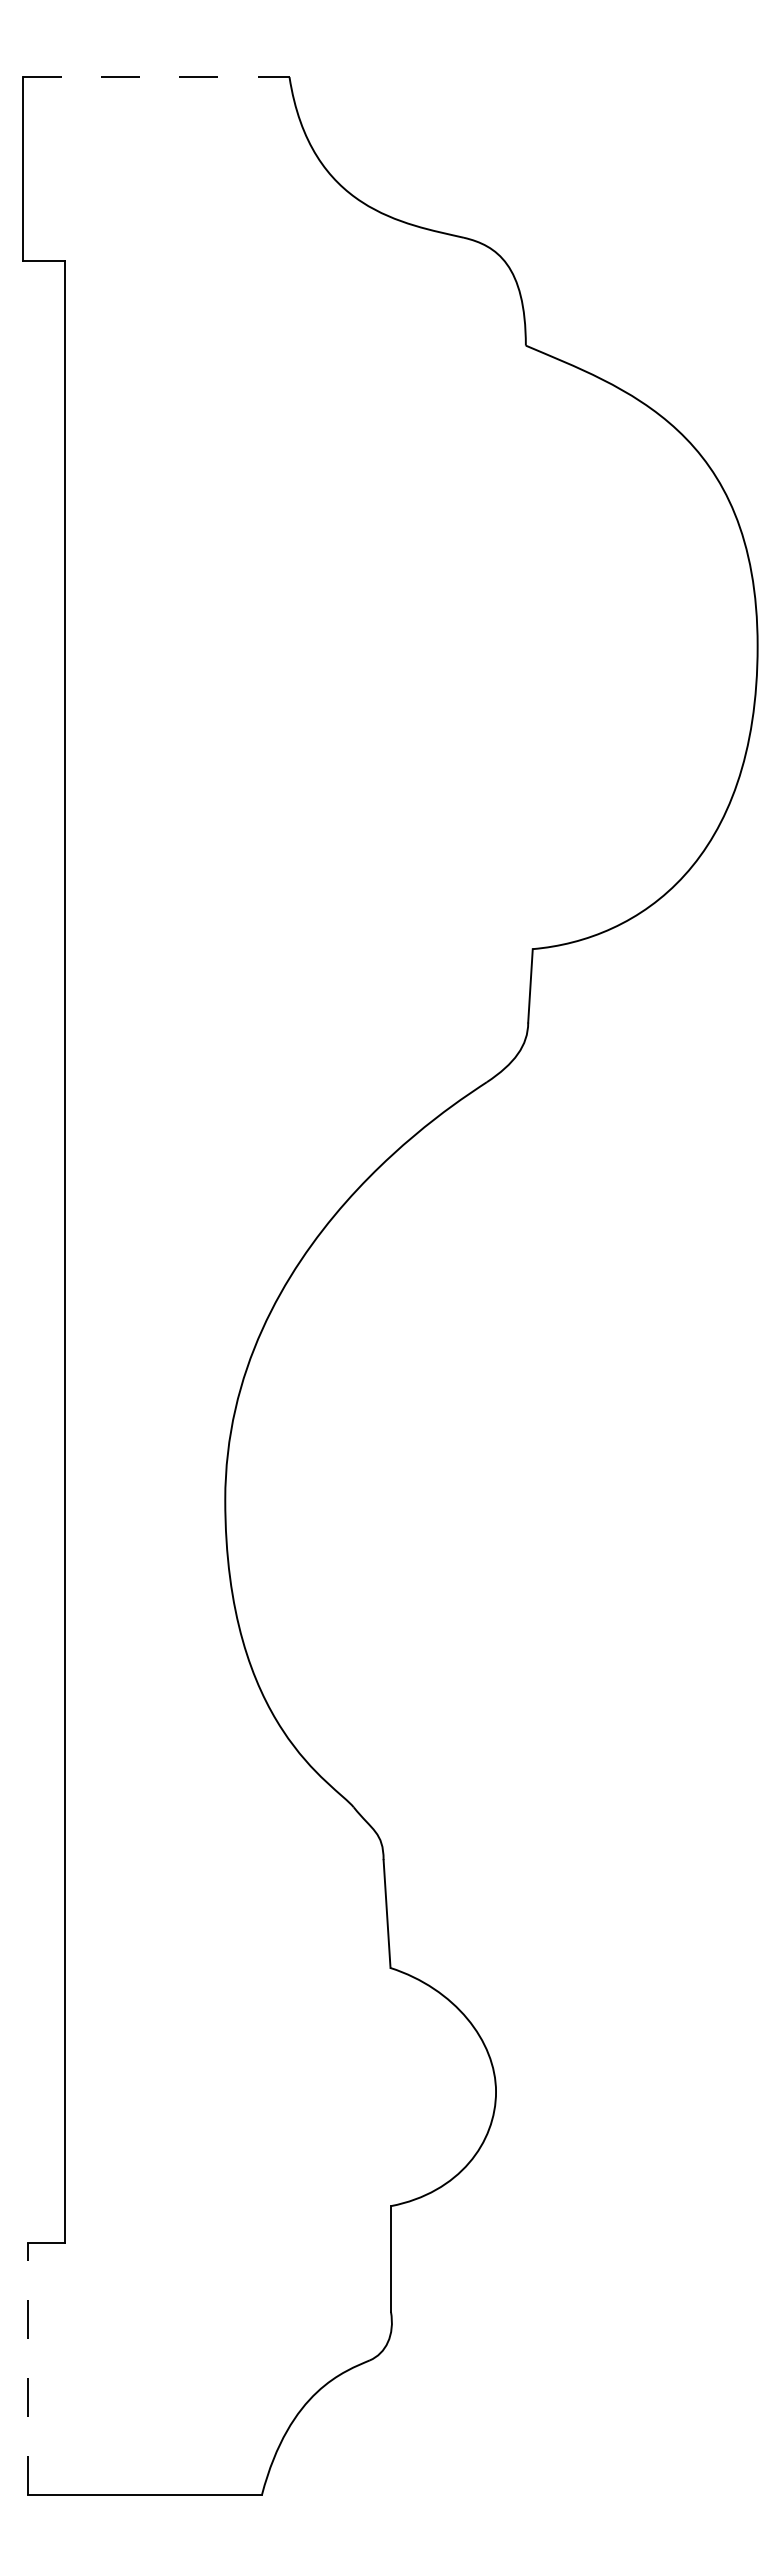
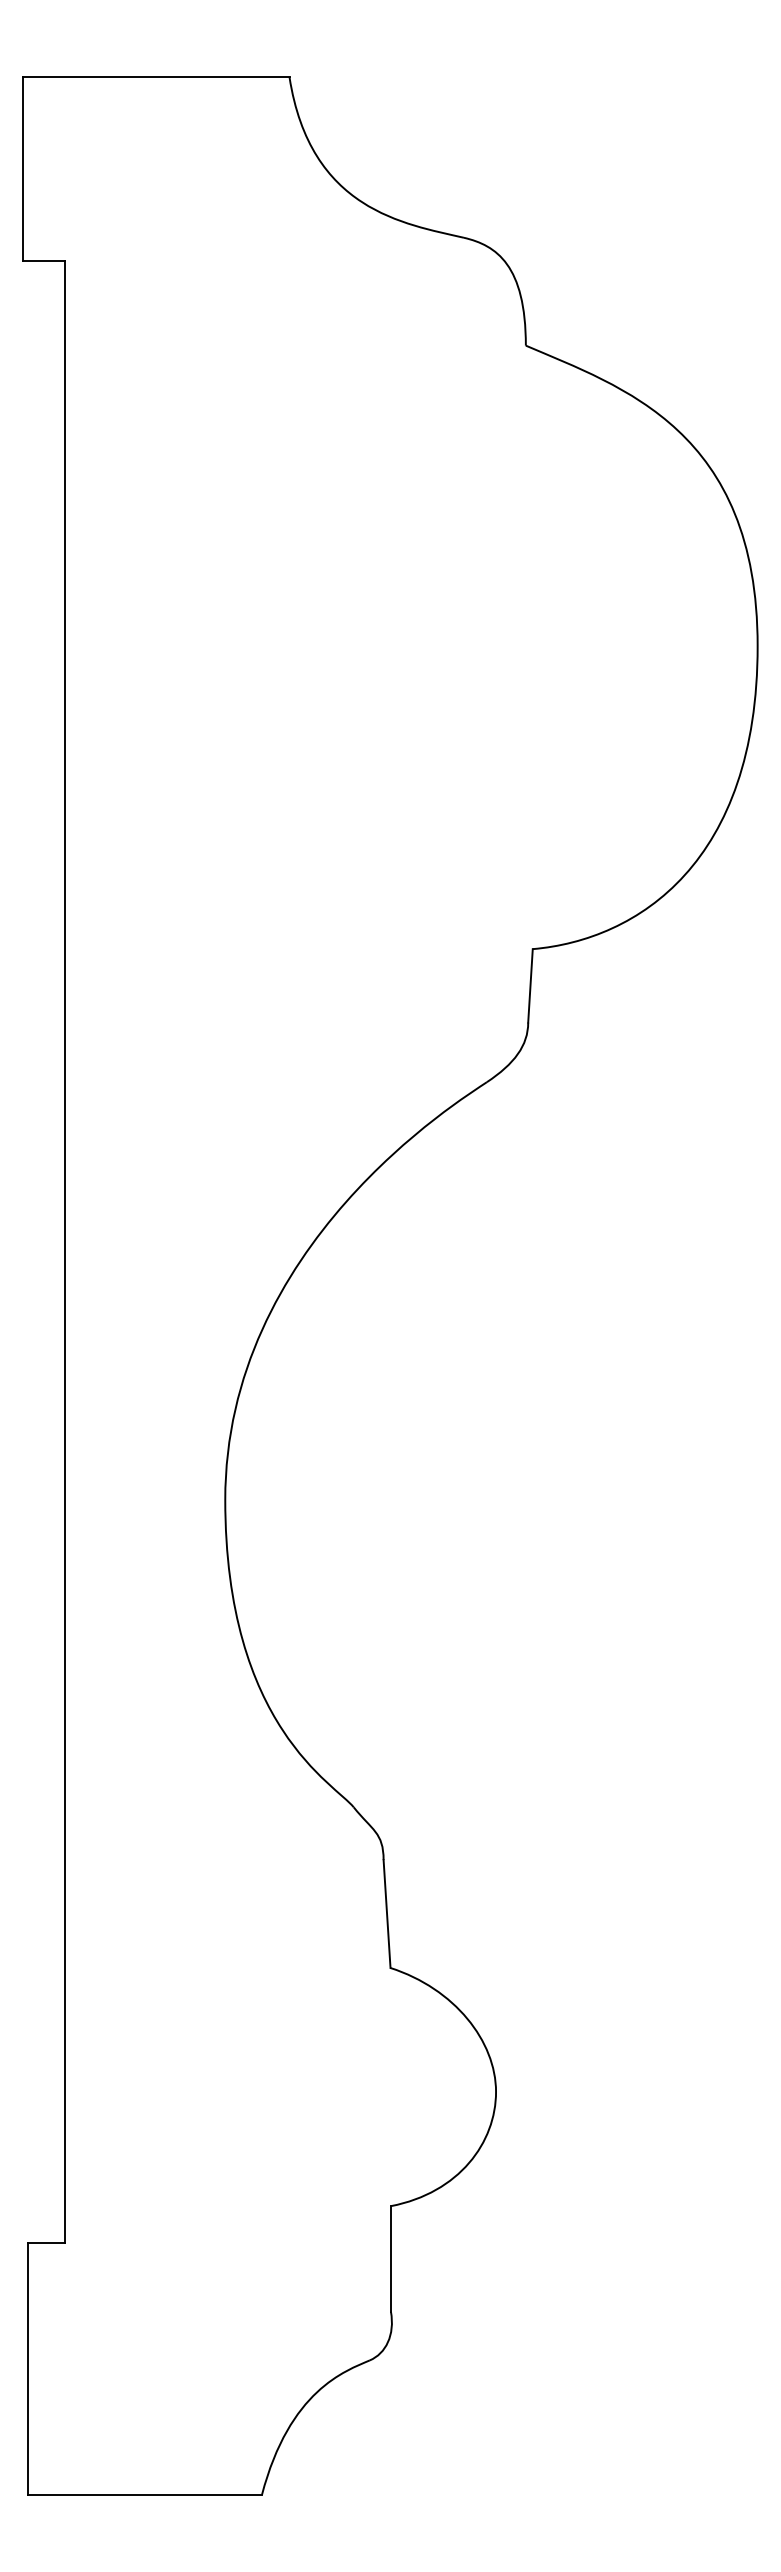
line at (156, 77): dashed -> solid
line at (27, 2369): dashed -> solid
